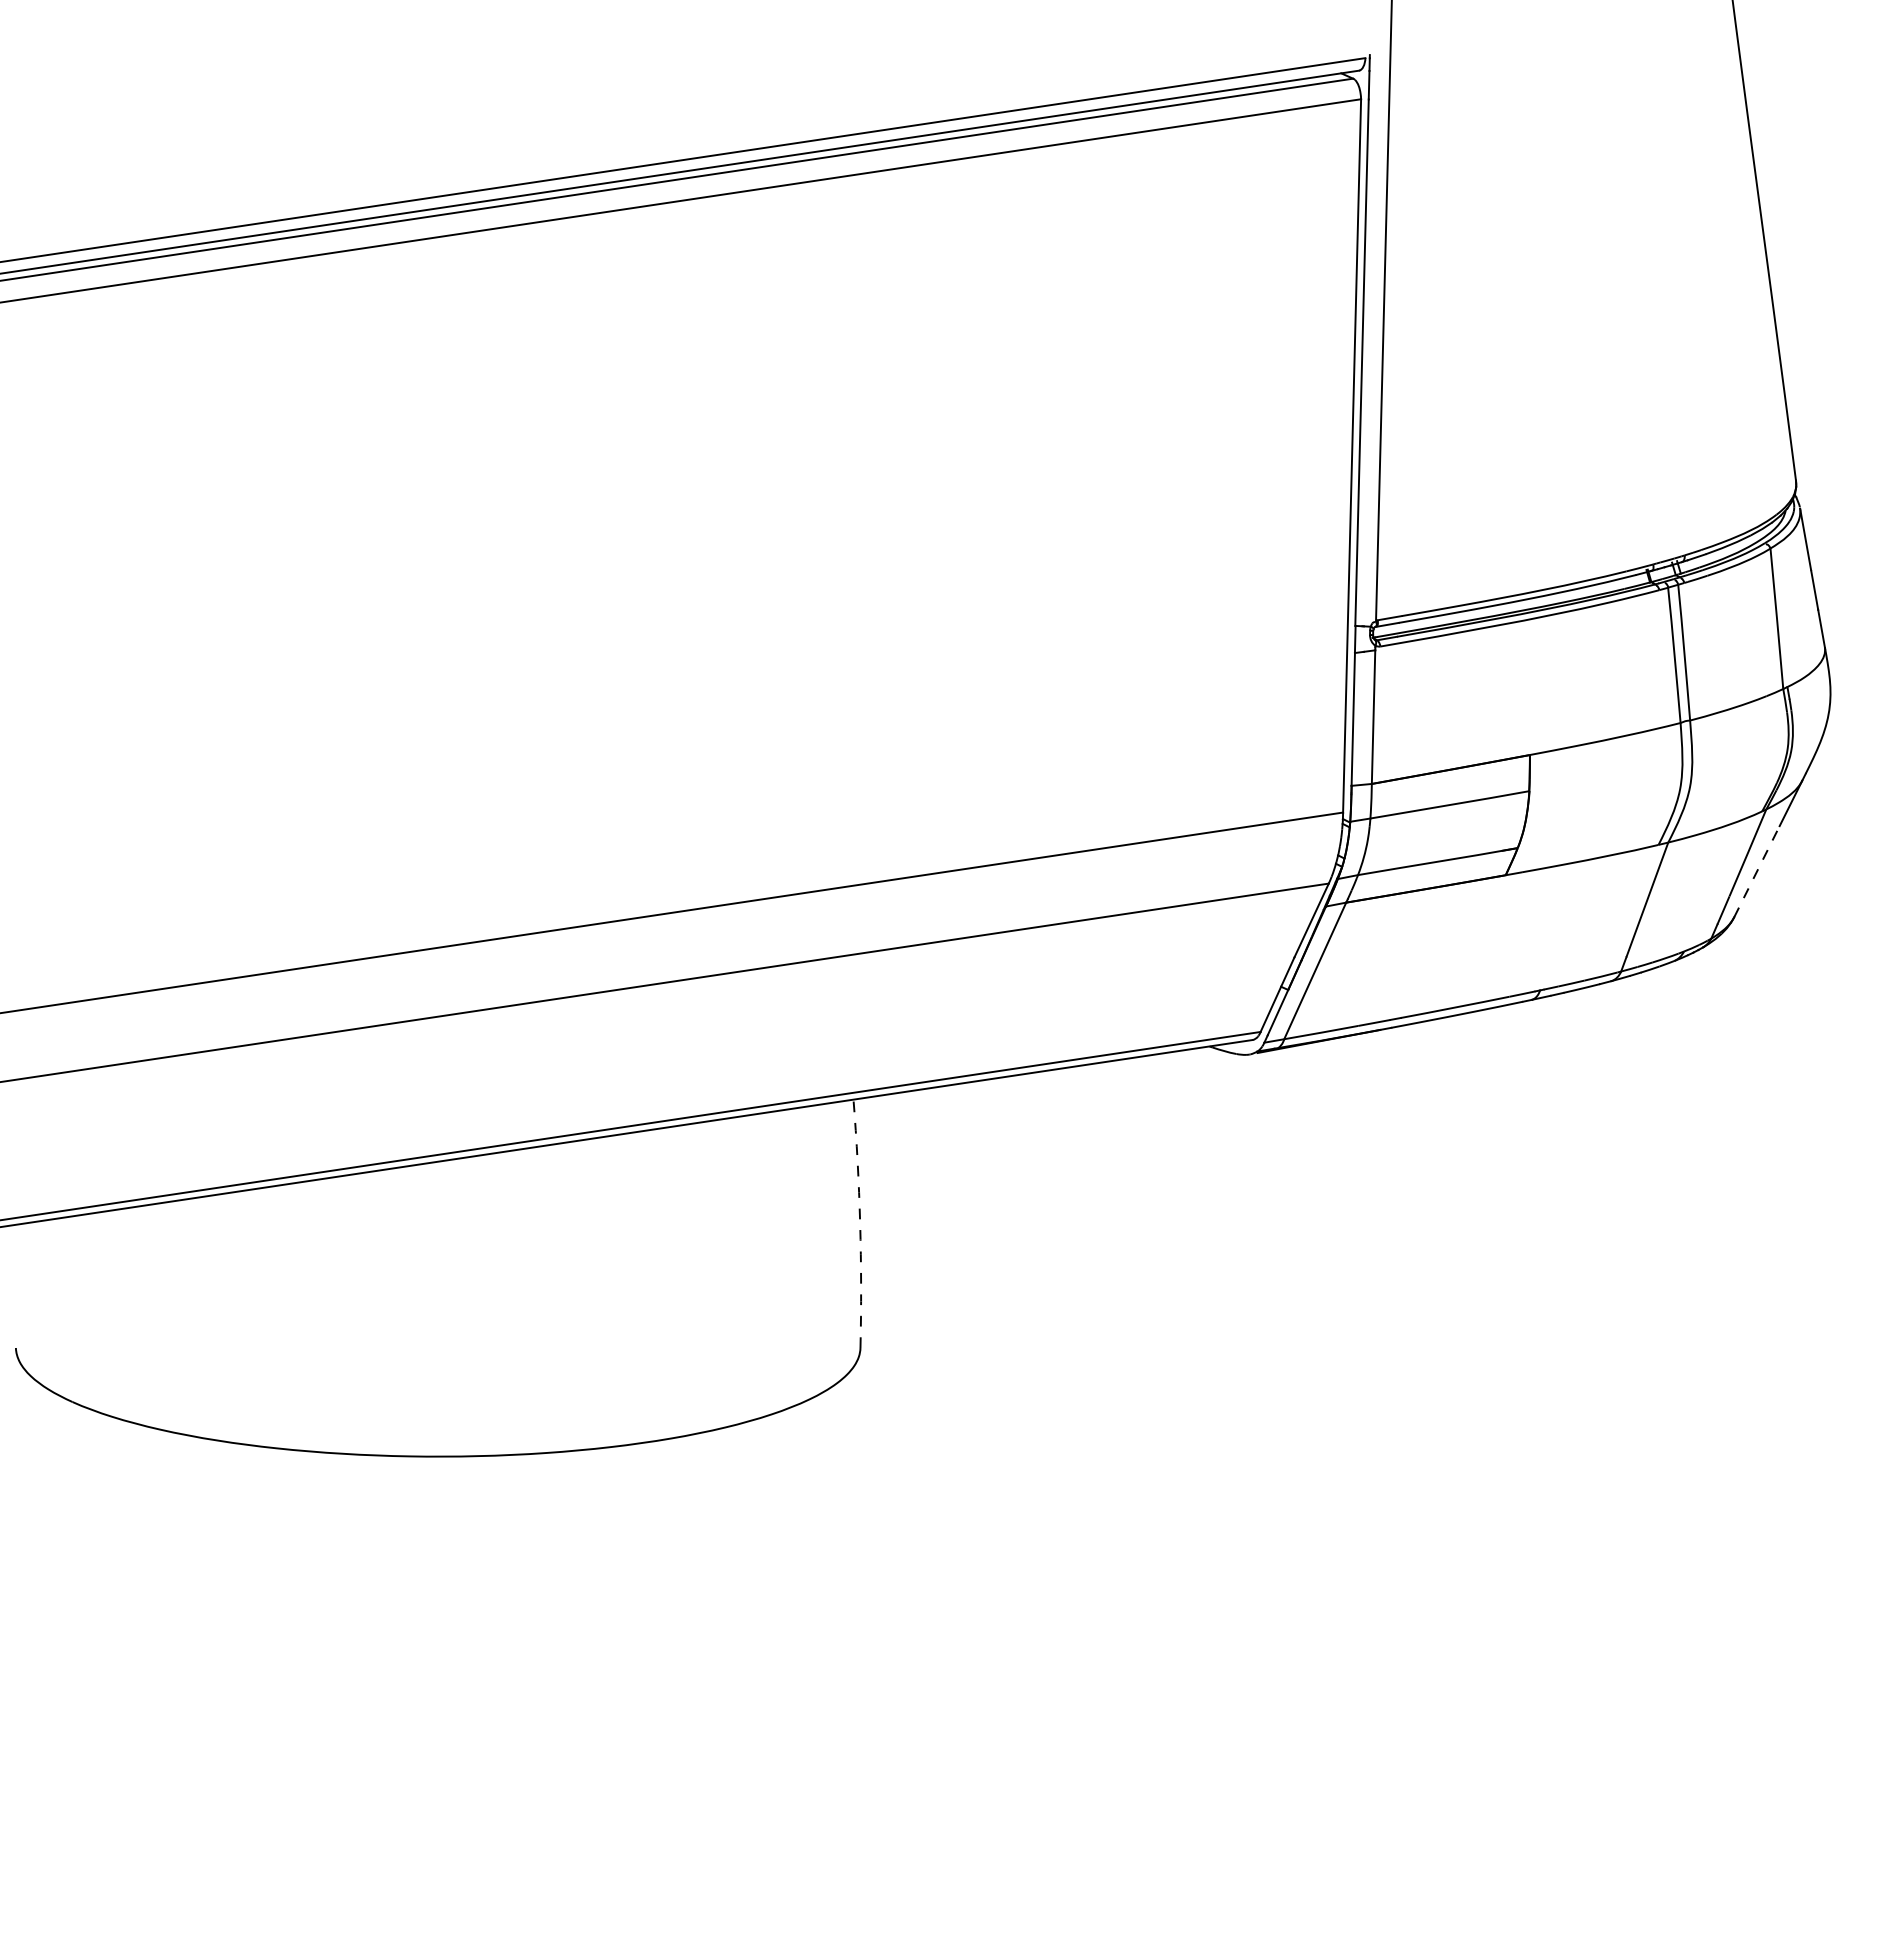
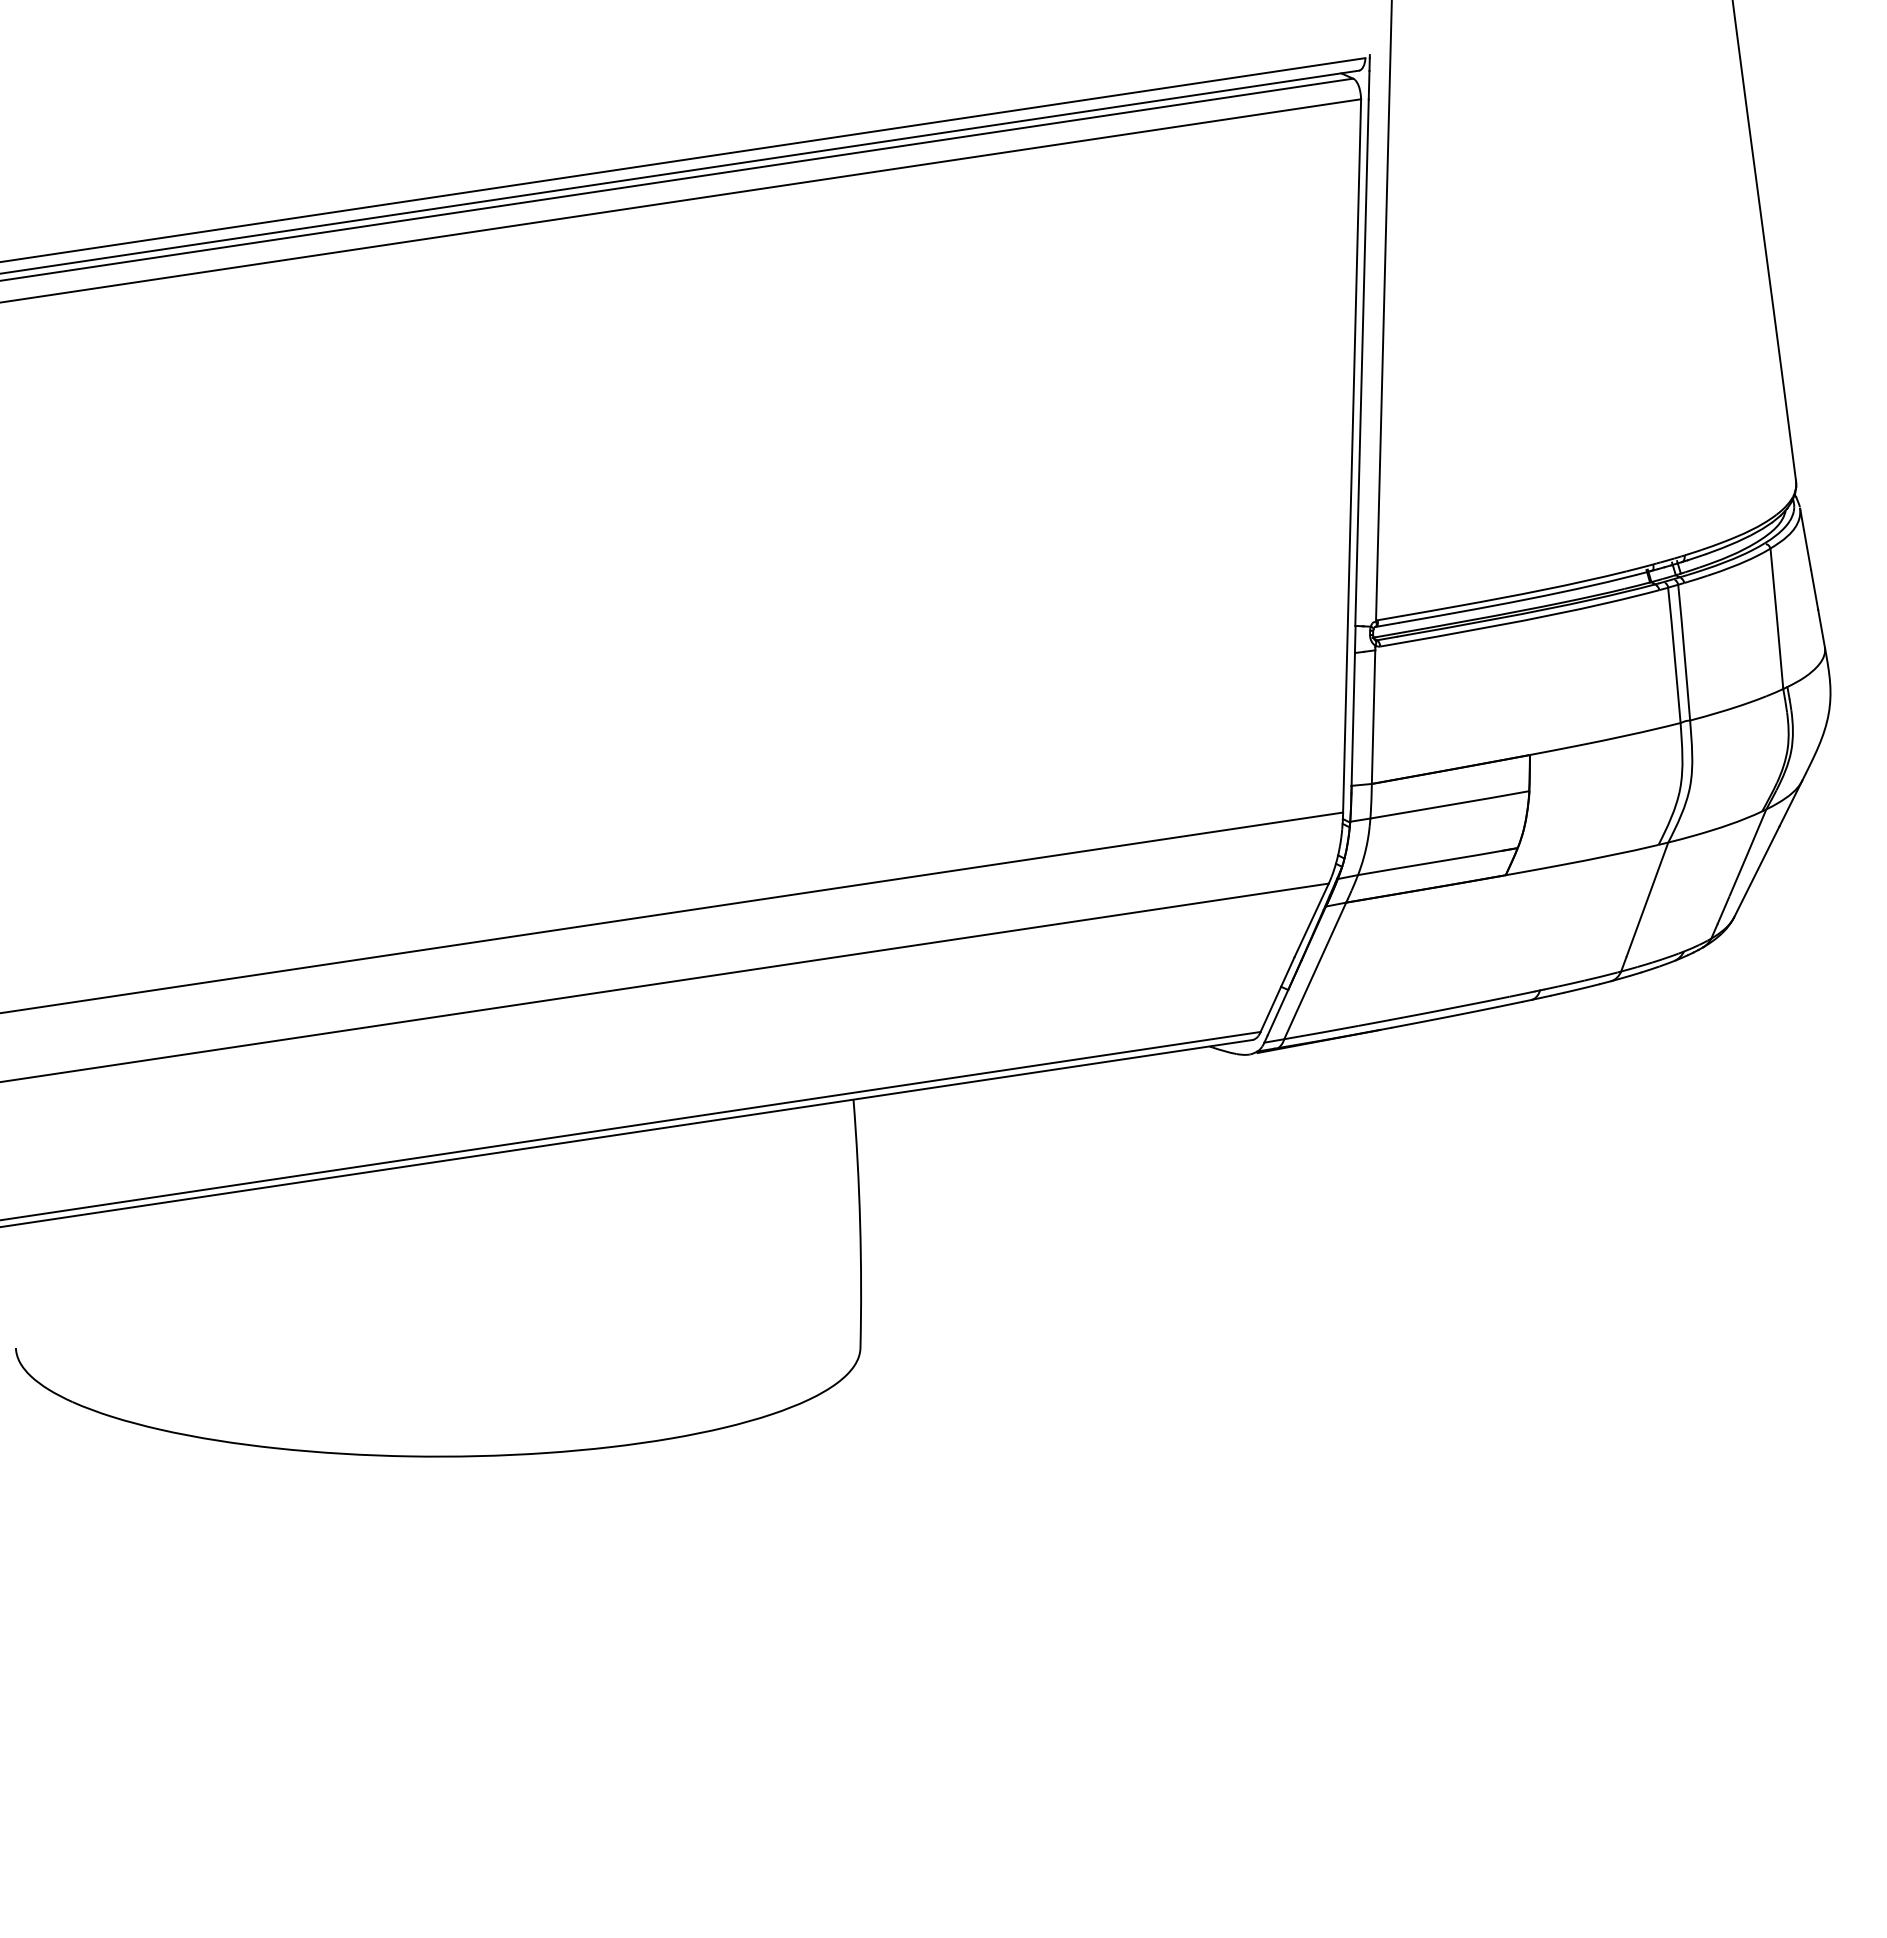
line at (1756, 871): dashed -> solid
arc at (860, 1223): dashed -> solid
